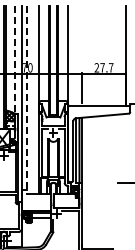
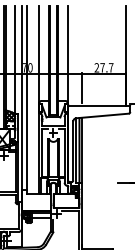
line at (15, 60): dashed -> solid
line at (27, 99): dashed -> solid
